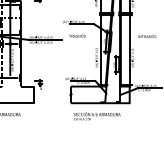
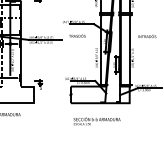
text at (96, 116) position: (96, 116) -> (96, 121)
